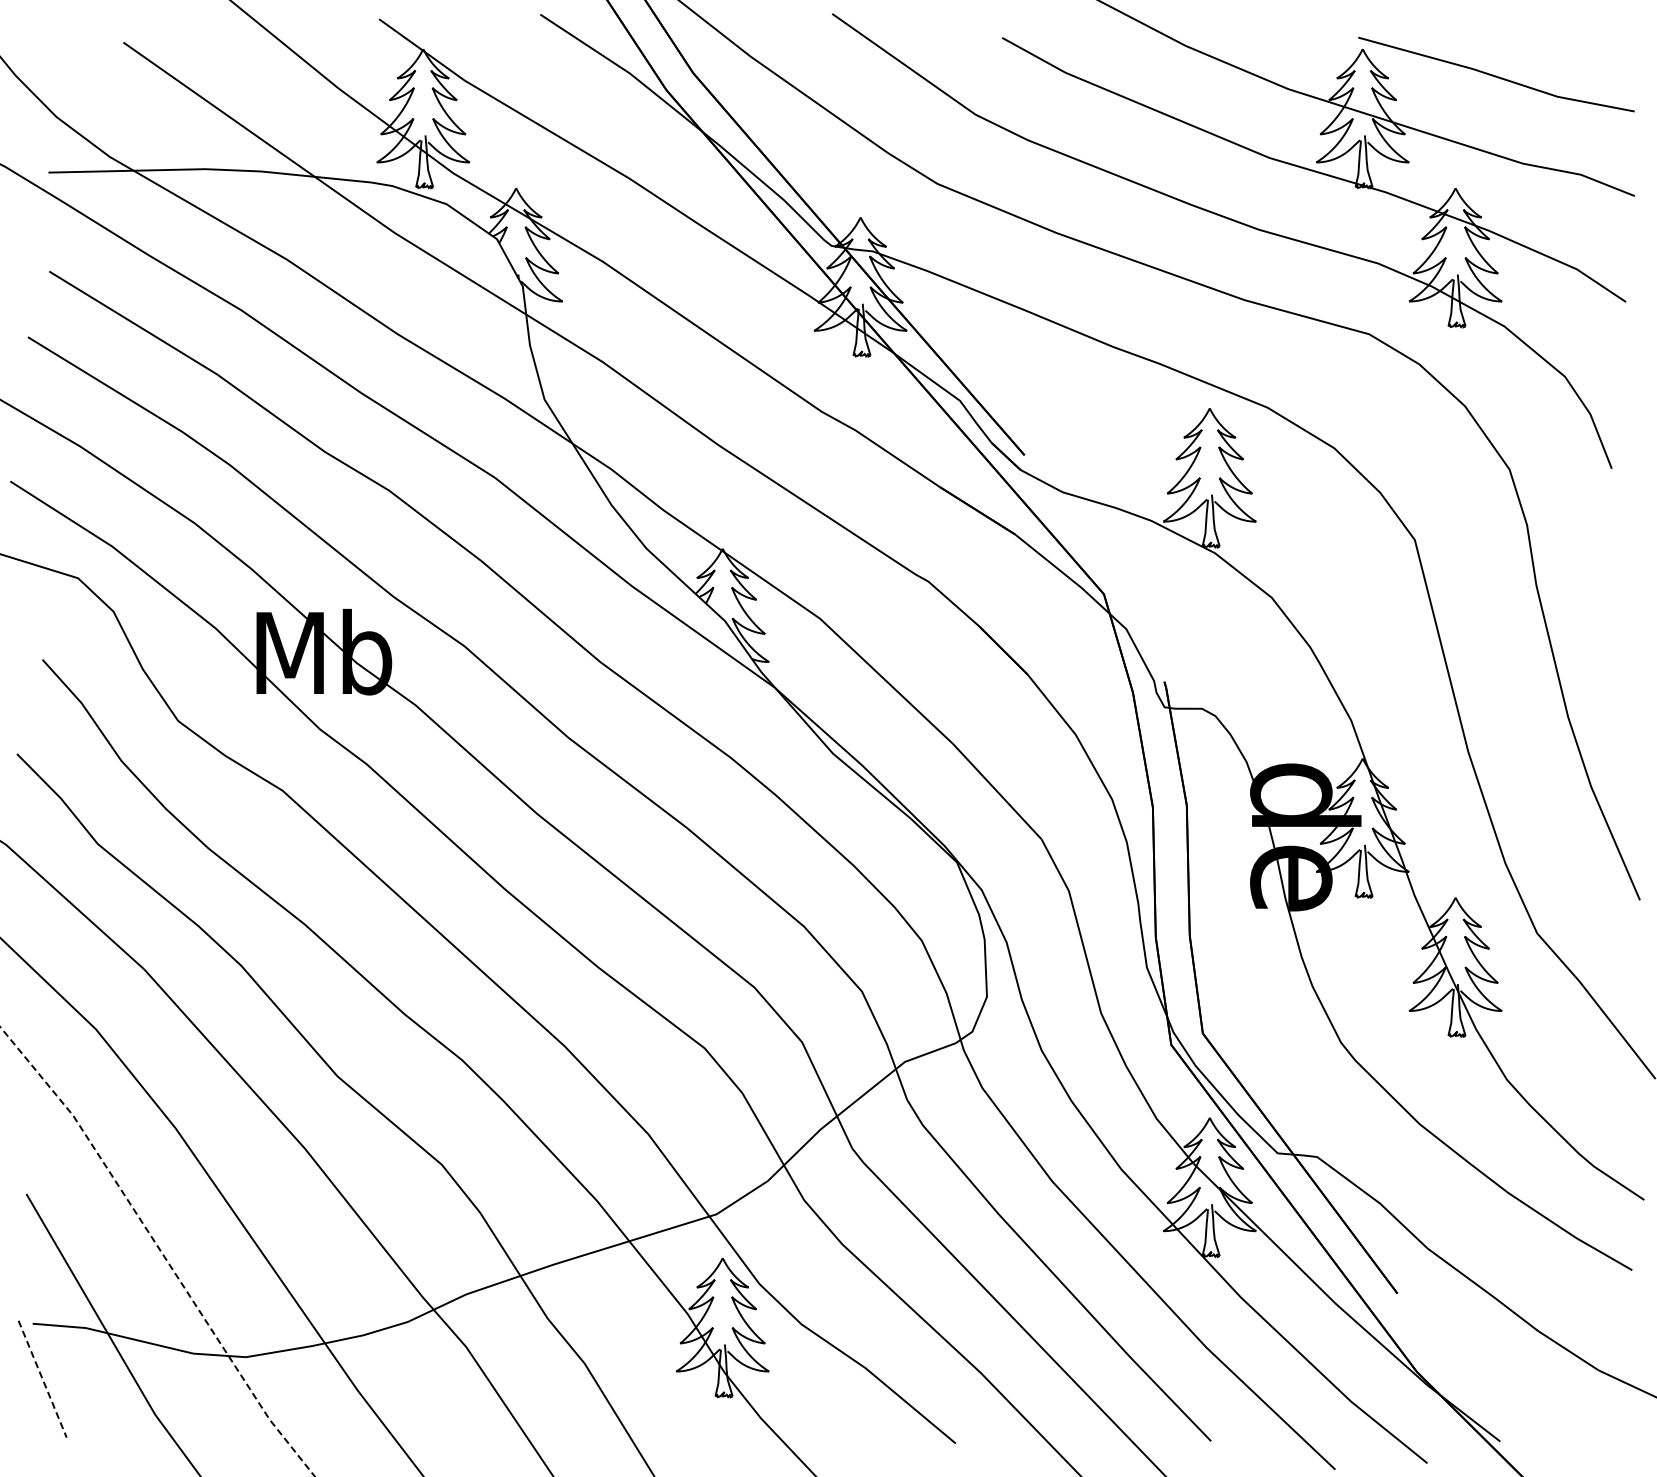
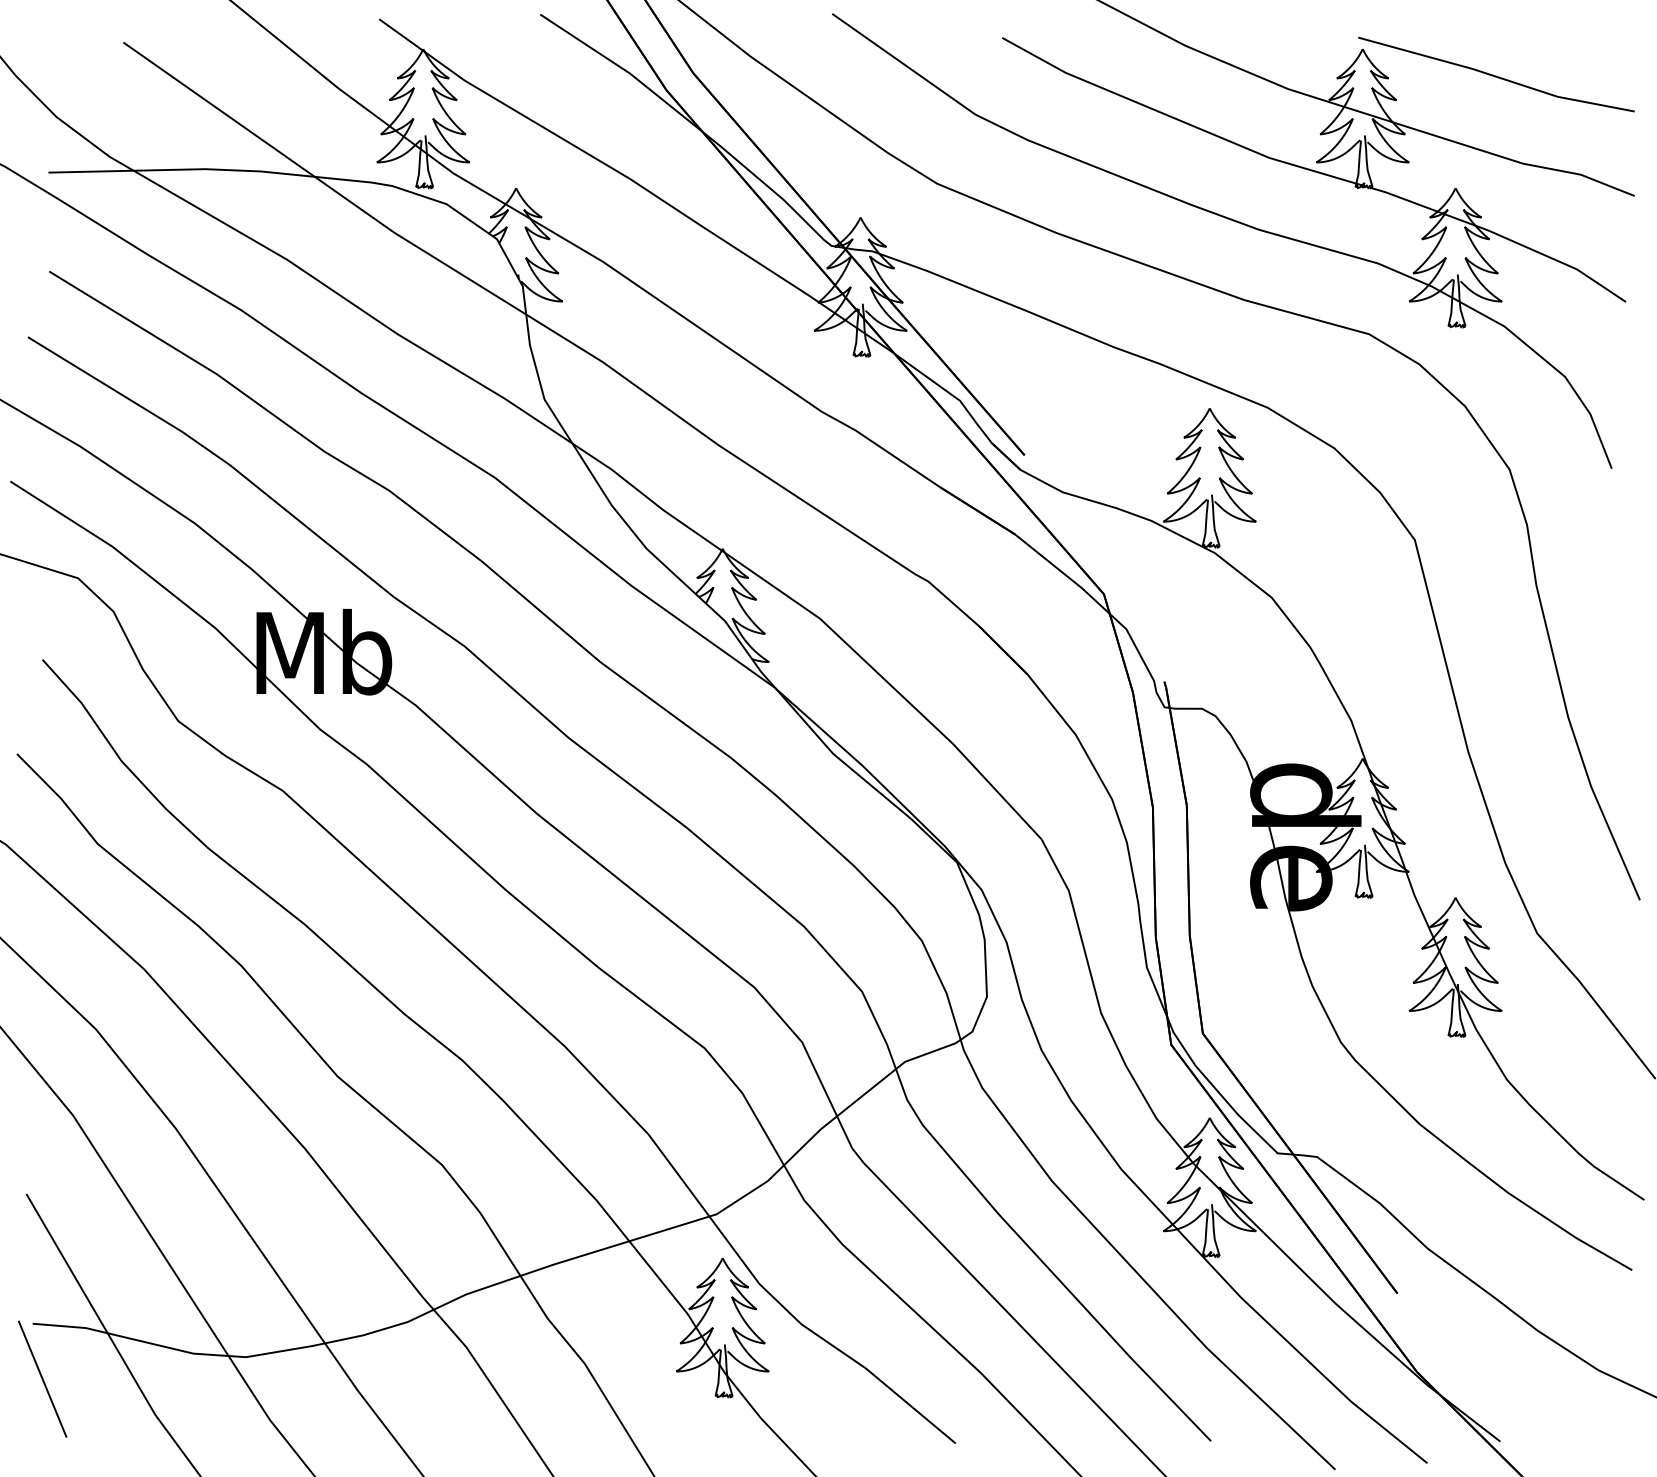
line at (160, 1250): dashed -> solid
line at (42, 1379): dashed -> solid
